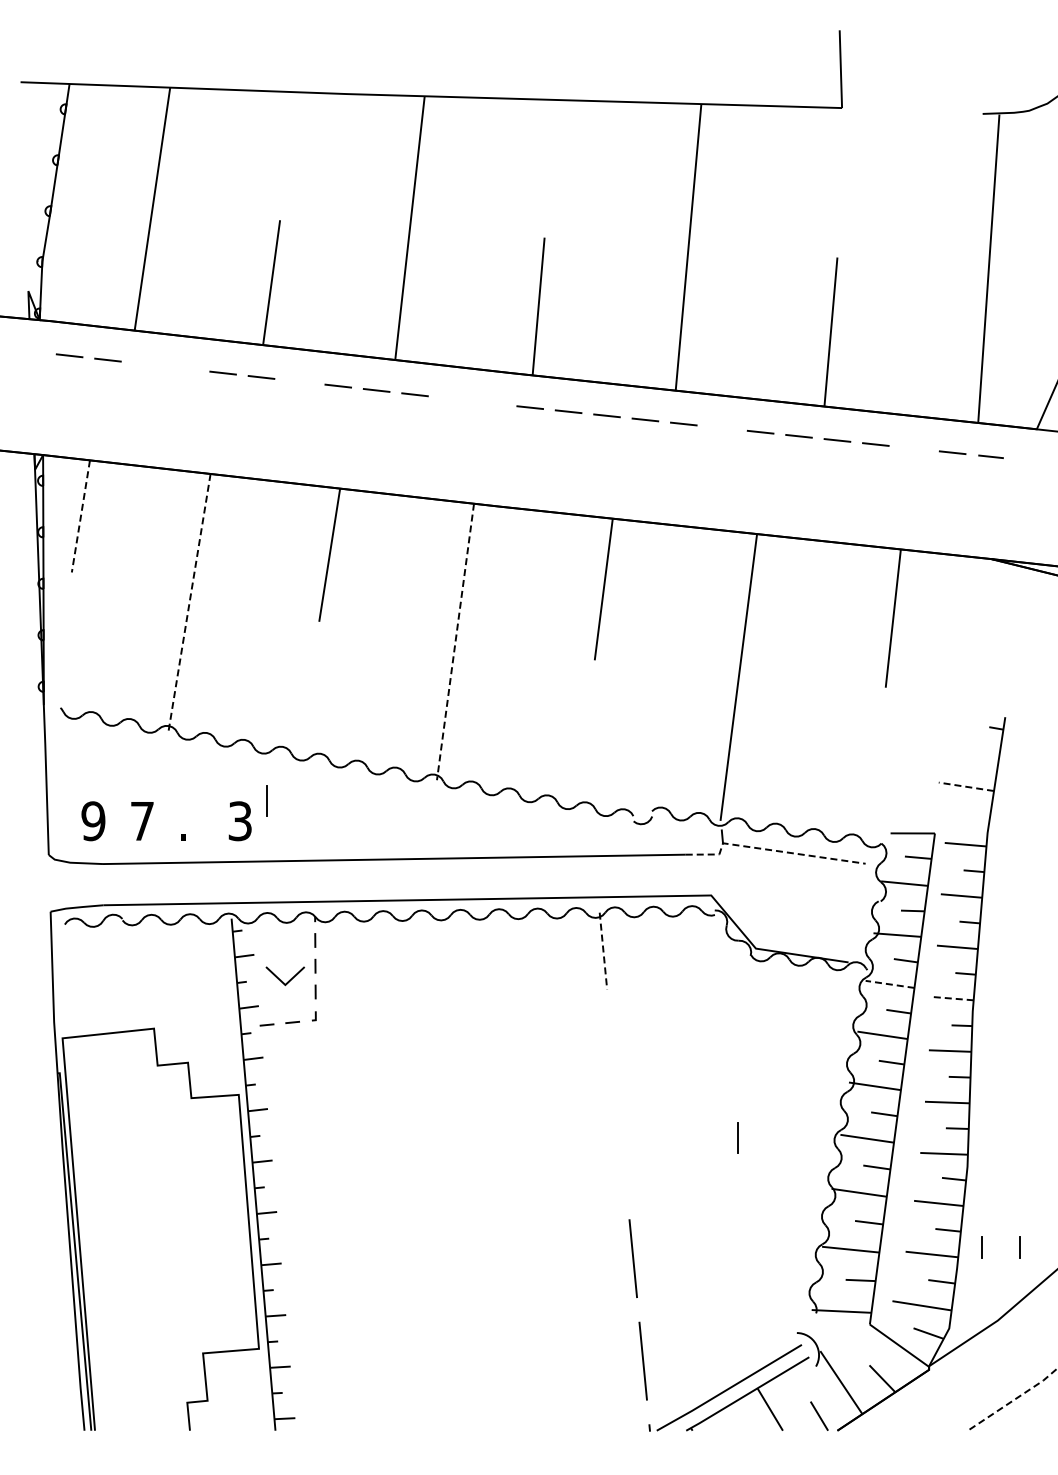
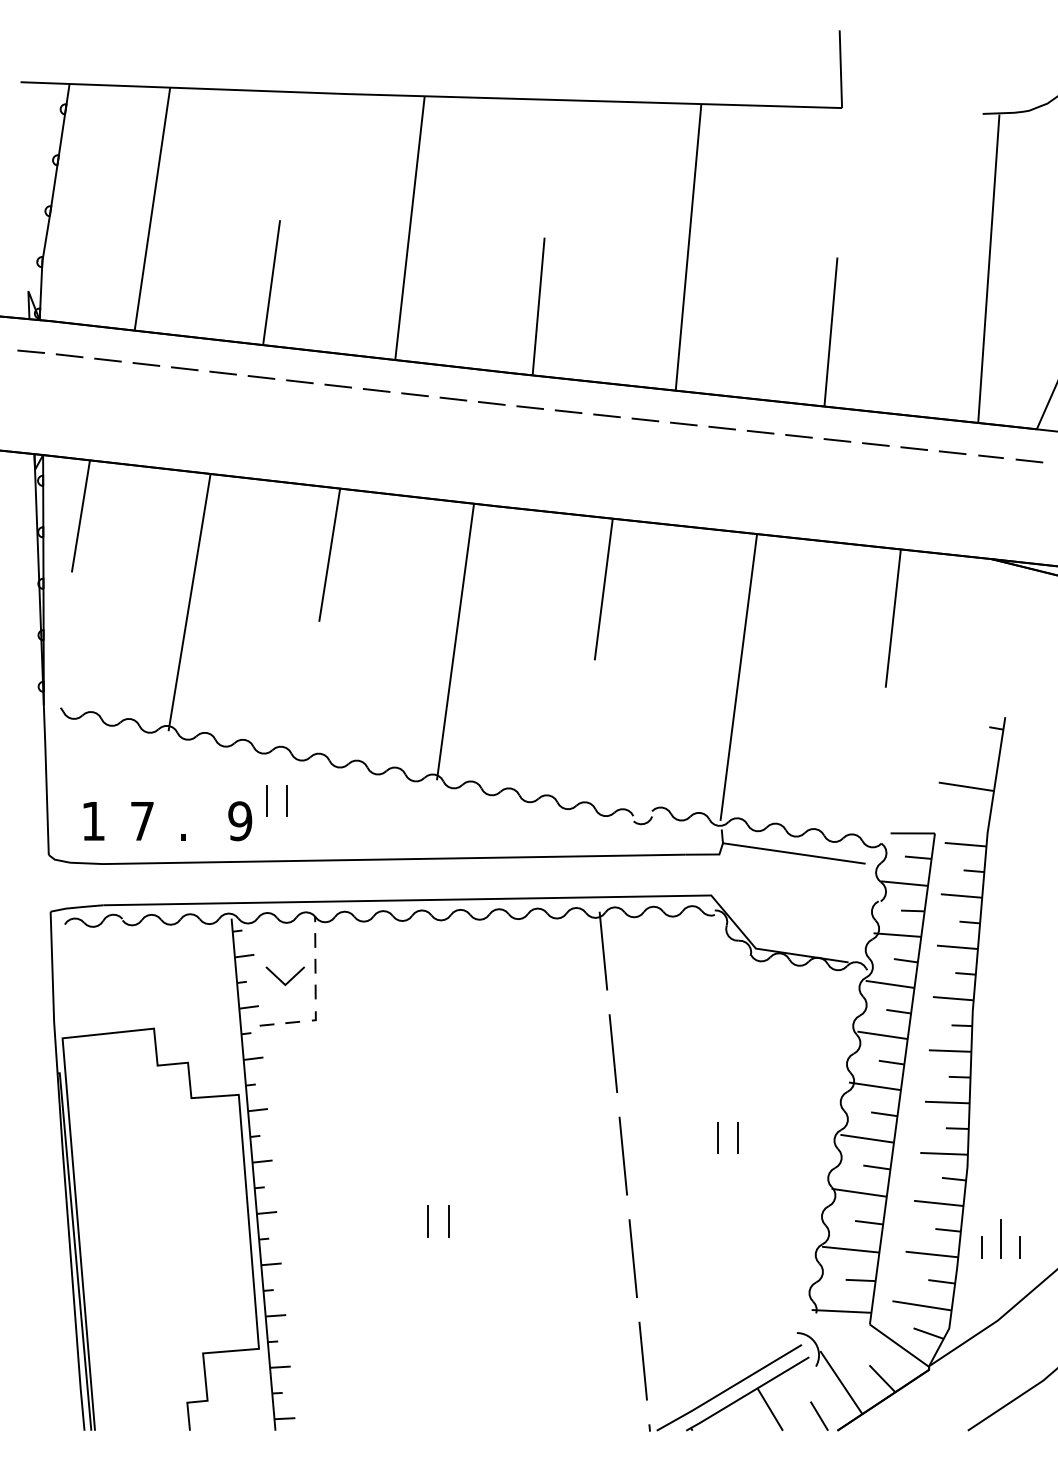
line at (31, 351): none -> present
line at (146, 364): none -> present
line at (184, 368): none -> present
line at (299, 381): none -> present
line at (453, 398): none -> present
line at (491, 403): none -> present
line at (722, 427): none -> present
line at (914, 448): none -> present
line at (1029, 460): none -> present
line at (80, 516): dashed -> solid
line at (189, 603): dashed -> solid
line at (455, 641): dashed -> solid
line at (966, 786): dashed -> solid
line at (287, 800): none -> present
text at (93, 821): 9 -> 1
text at (240, 821): 3 -> 9
line at (771, 850): dashed -> solid
line at (603, 951): dashed -> solid
line at (890, 984): dashed -> solid
line at (952, 998): dashed -> solid
line at (613, 1053): none -> present
line at (717, 1137): none -> present
line at (622, 1155): none -> present
line at (428, 1221): none -> present
line at (448, 1221): none -> present
line at (1000, 1238): none -> present
line at (1013, 1400): dashed -> solid
